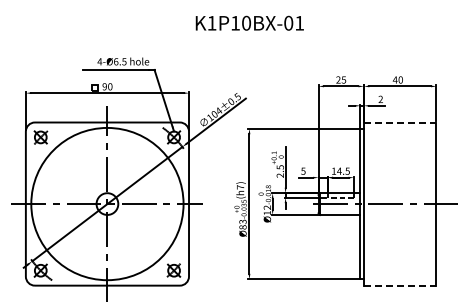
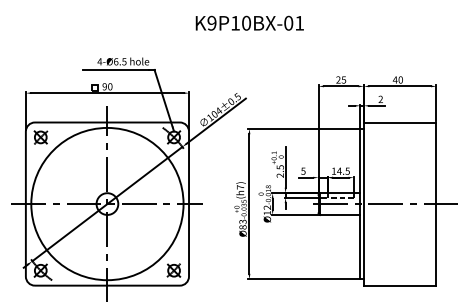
text at (211, 22): K1P10BX-01 -> K9P10BX-01
line at (400, 122): dashed -> solid
line at (400, 285): dashed -> solid
